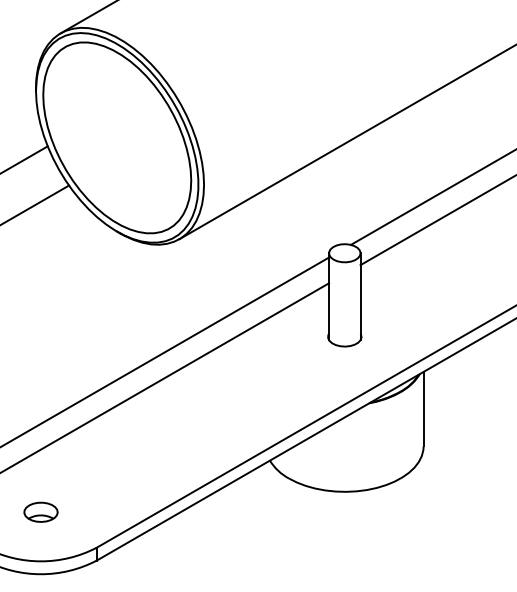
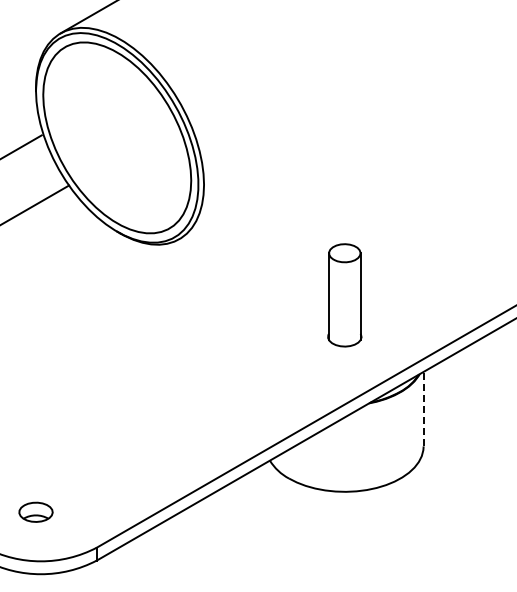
line at (346, 142): present -> none
line at (24, 159) position: (24, 159) -> (21, 146)
line at (431, 197): present -> none
line at (436, 220): present -> none
line at (165, 351): present -> none
line at (165, 377): present -> none
line at (423, 408): solid -> dashed
part at (40, 511) position: (40, 511) -> (35, 511)
